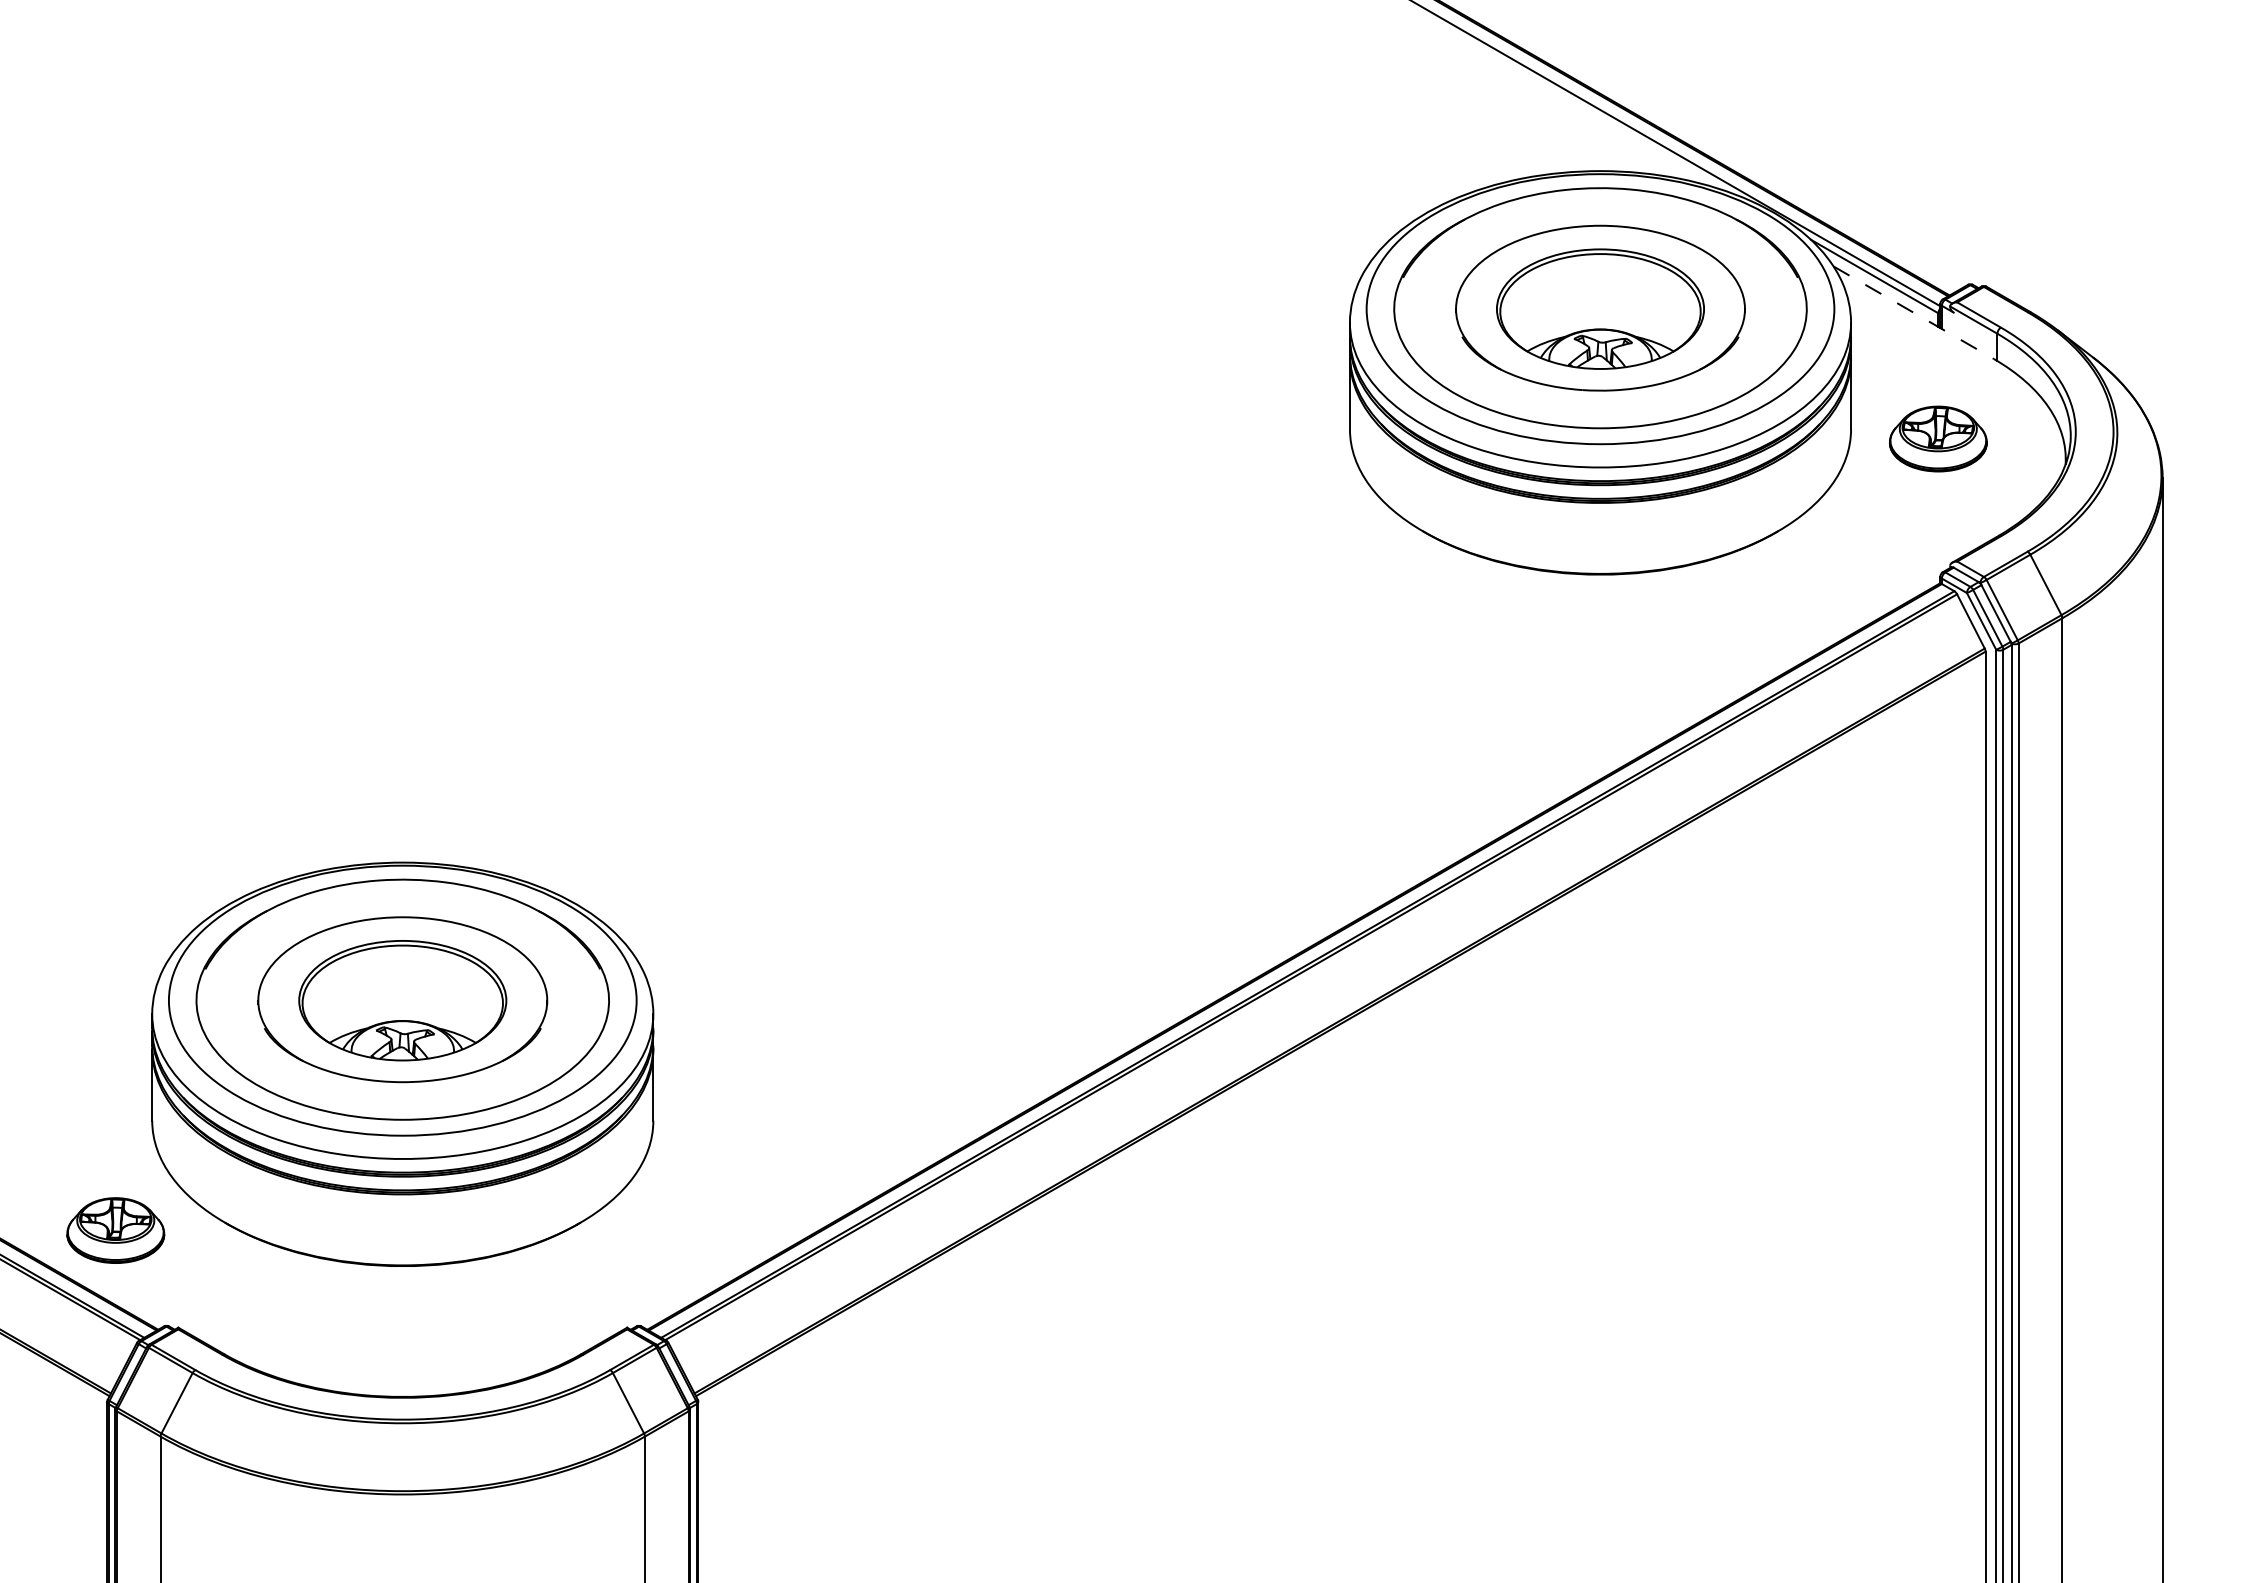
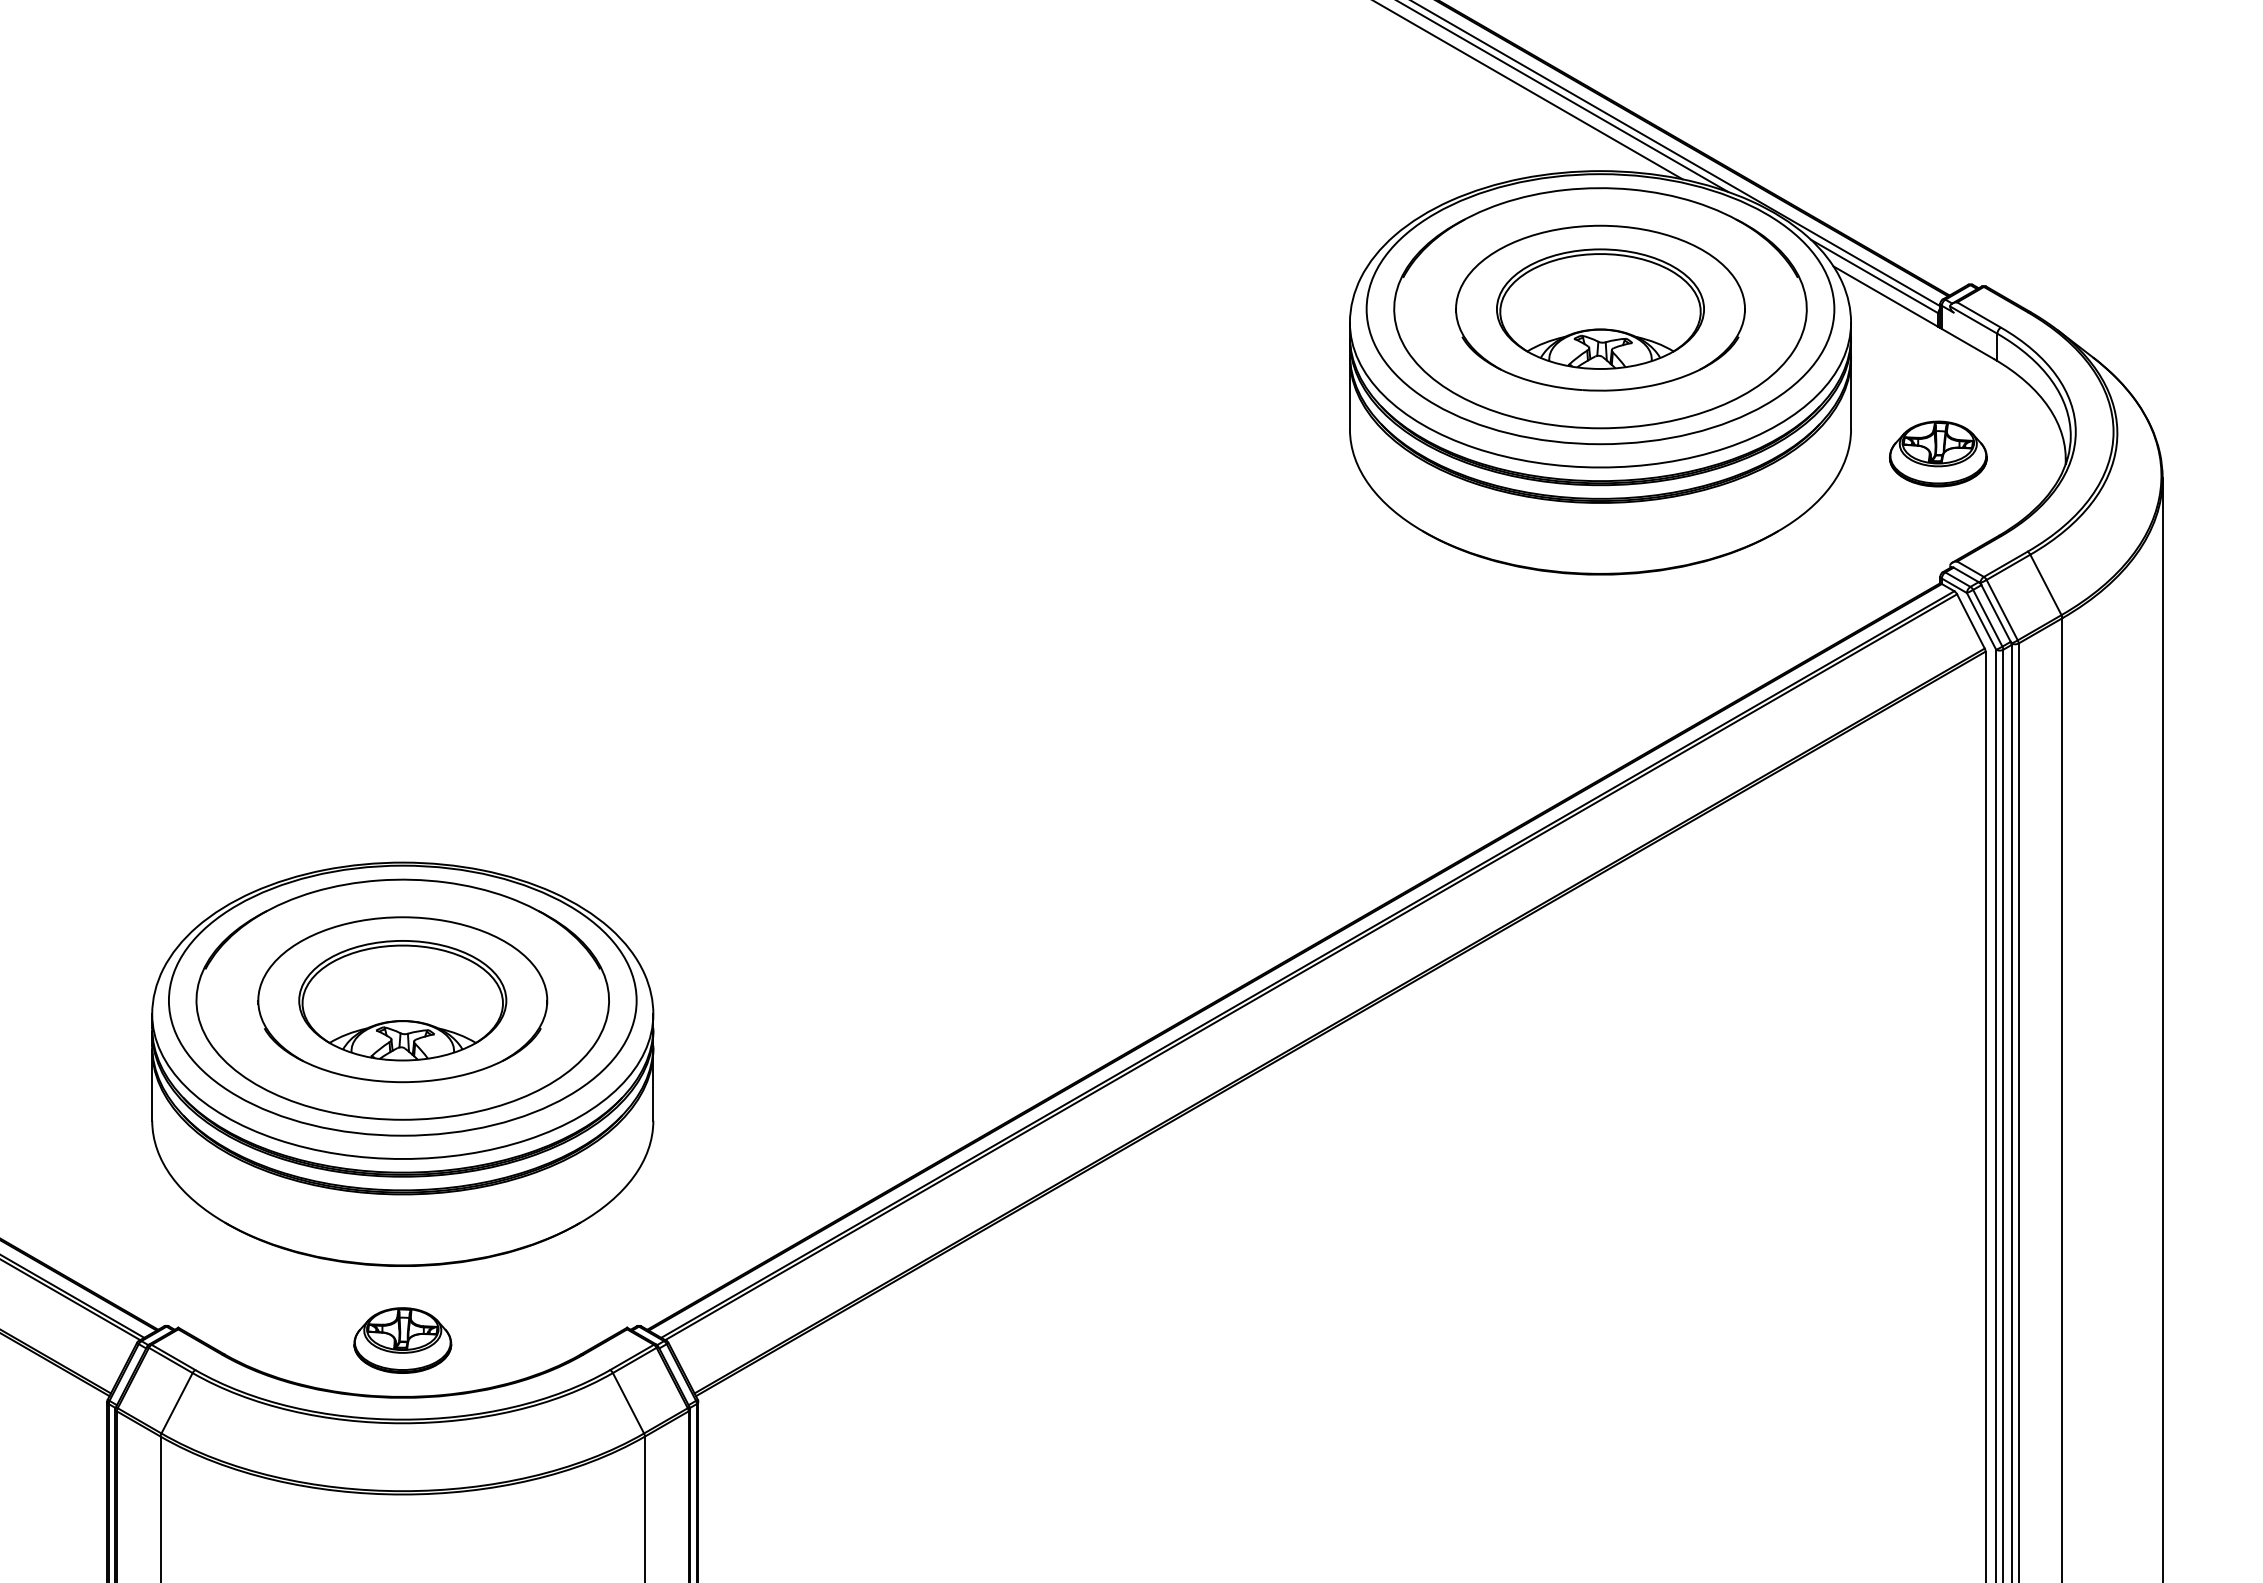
line at (1529, 90): none -> present
line at (1563, 96): none -> present
line at (1913, 312): dashed -> solid
part at (1938, 438) position: (1938, 438) -> (1938, 453)
part at (115, 1230) position: (115, 1230) -> (402, 1340)
